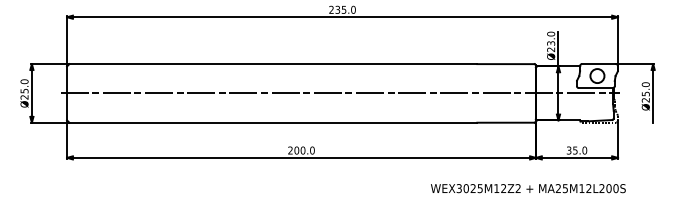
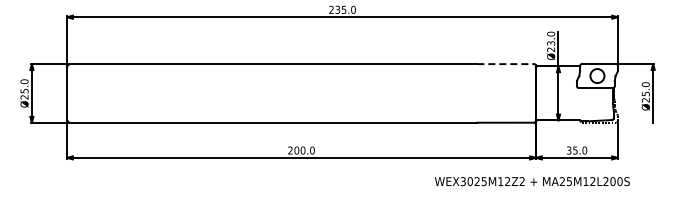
line at (506, 64): solid -> dashed
line at (339, 93): present -> none
text at (528, 188) position: (528, 188) -> (532, 181)
